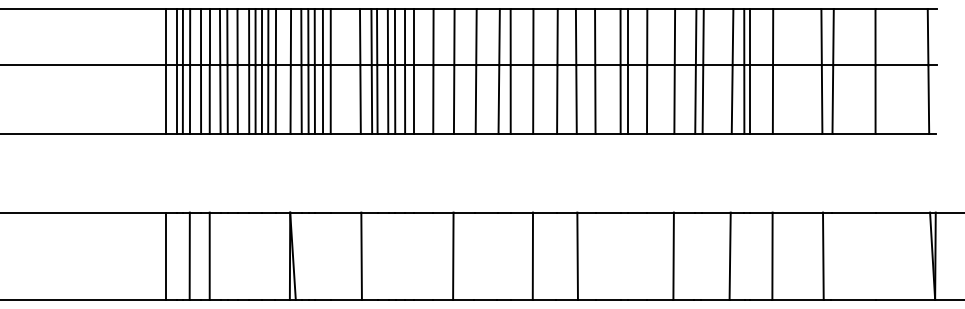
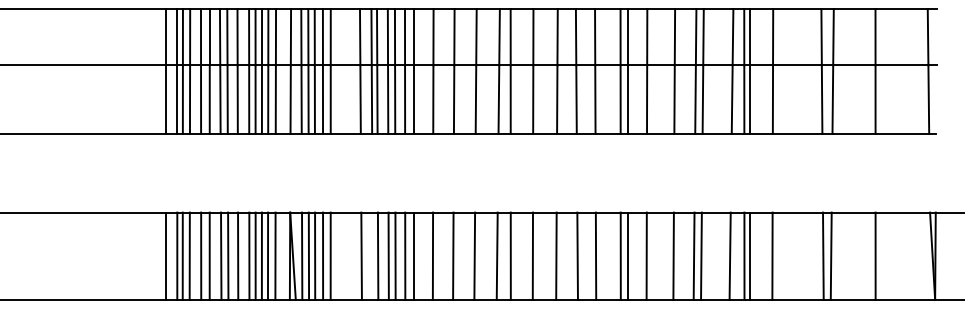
line at (177, 255): none -> present
line at (182, 255): none -> present
line at (201, 255): none -> present
line at (221, 255): none -> present
line at (228, 255): none -> present
line at (238, 255): none -> present
line at (249, 255): none -> present
line at (255, 255): none -> present
line at (261, 255): none -> present
line at (267, 255): none -> present
line at (275, 255): none -> present
line at (302, 255): none -> present
line at (308, 255): none -> present
line at (315, 255): none -> present
line at (323, 255): none -> present
line at (330, 255): none -> present
line at (377, 255): none -> present
line at (388, 255): none -> present
line at (395, 255): none -> present
line at (405, 255): none -> present
line at (413, 255): none -> present
line at (432, 255): none -> present
line at (474, 255): none -> present
line at (496, 255): none -> present
line at (510, 255): none -> present
line at (556, 255): none -> present
line at (595, 255): none -> present
line at (620, 255): none -> present
line at (627, 255): none -> present
line at (646, 255): none -> present
line at (693, 255): none -> present
line at (701, 255): none -> present
line at (744, 255): none -> present
line at (749, 255): none -> present
line at (830, 255): none -> present
line at (875, 255): none -> present
